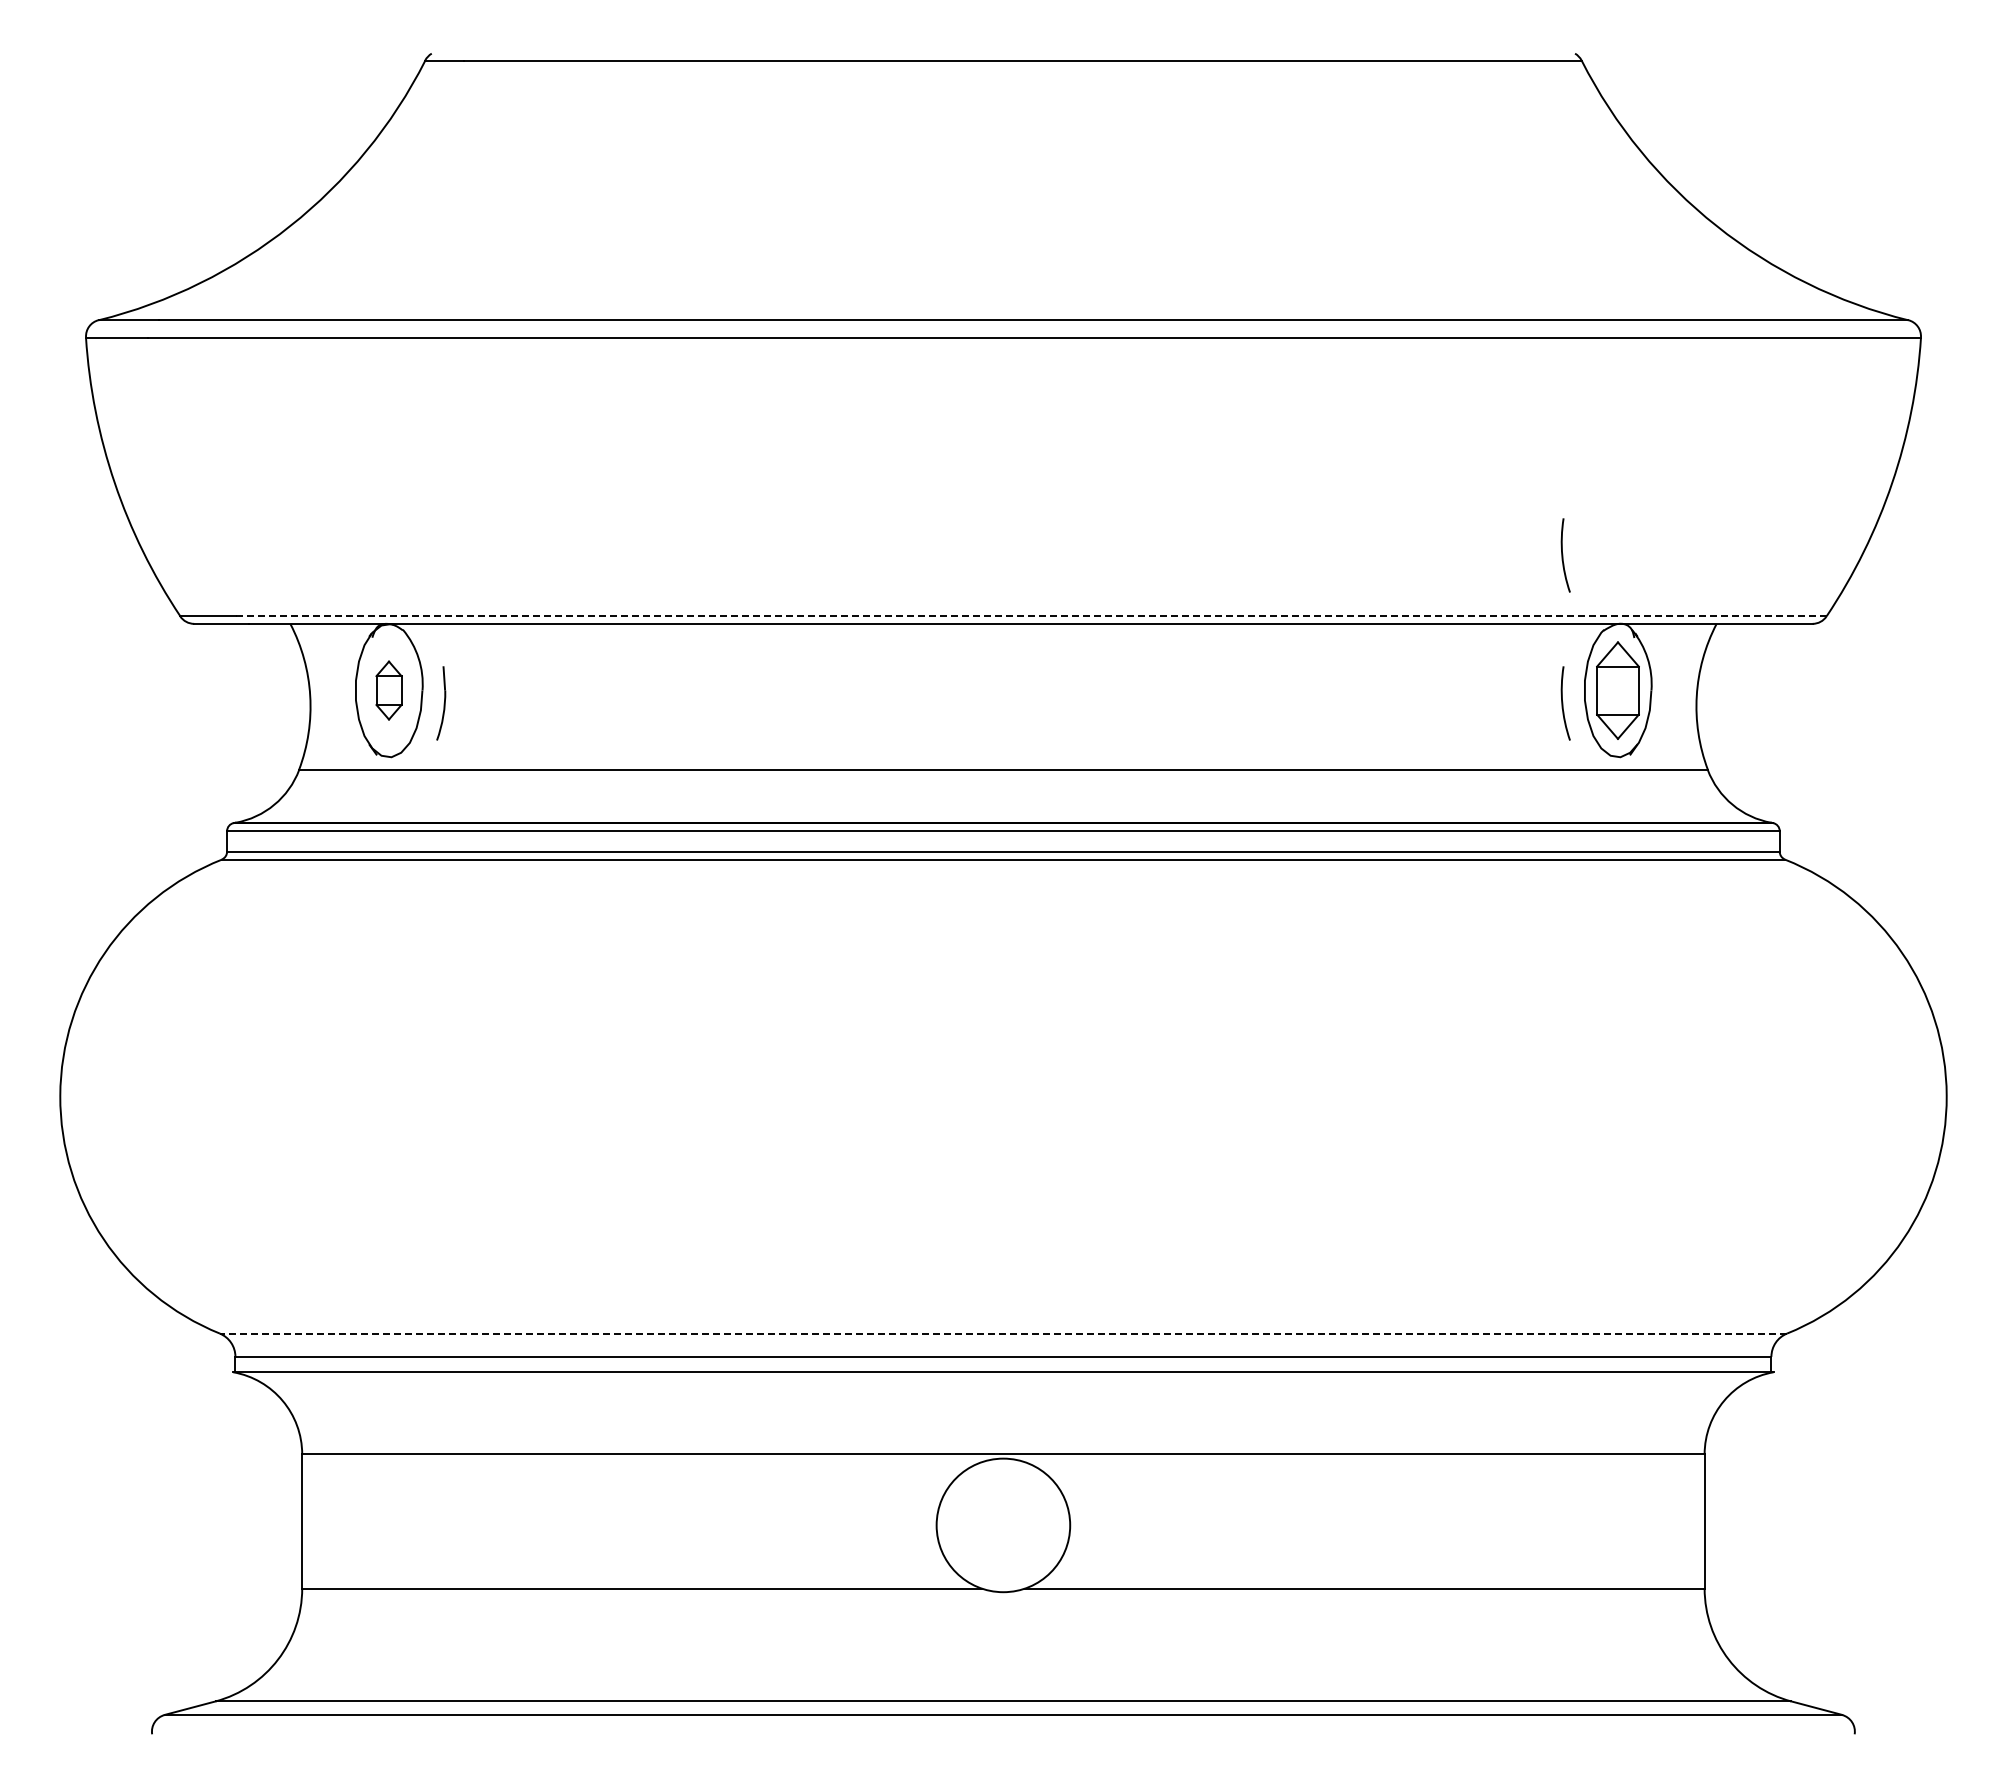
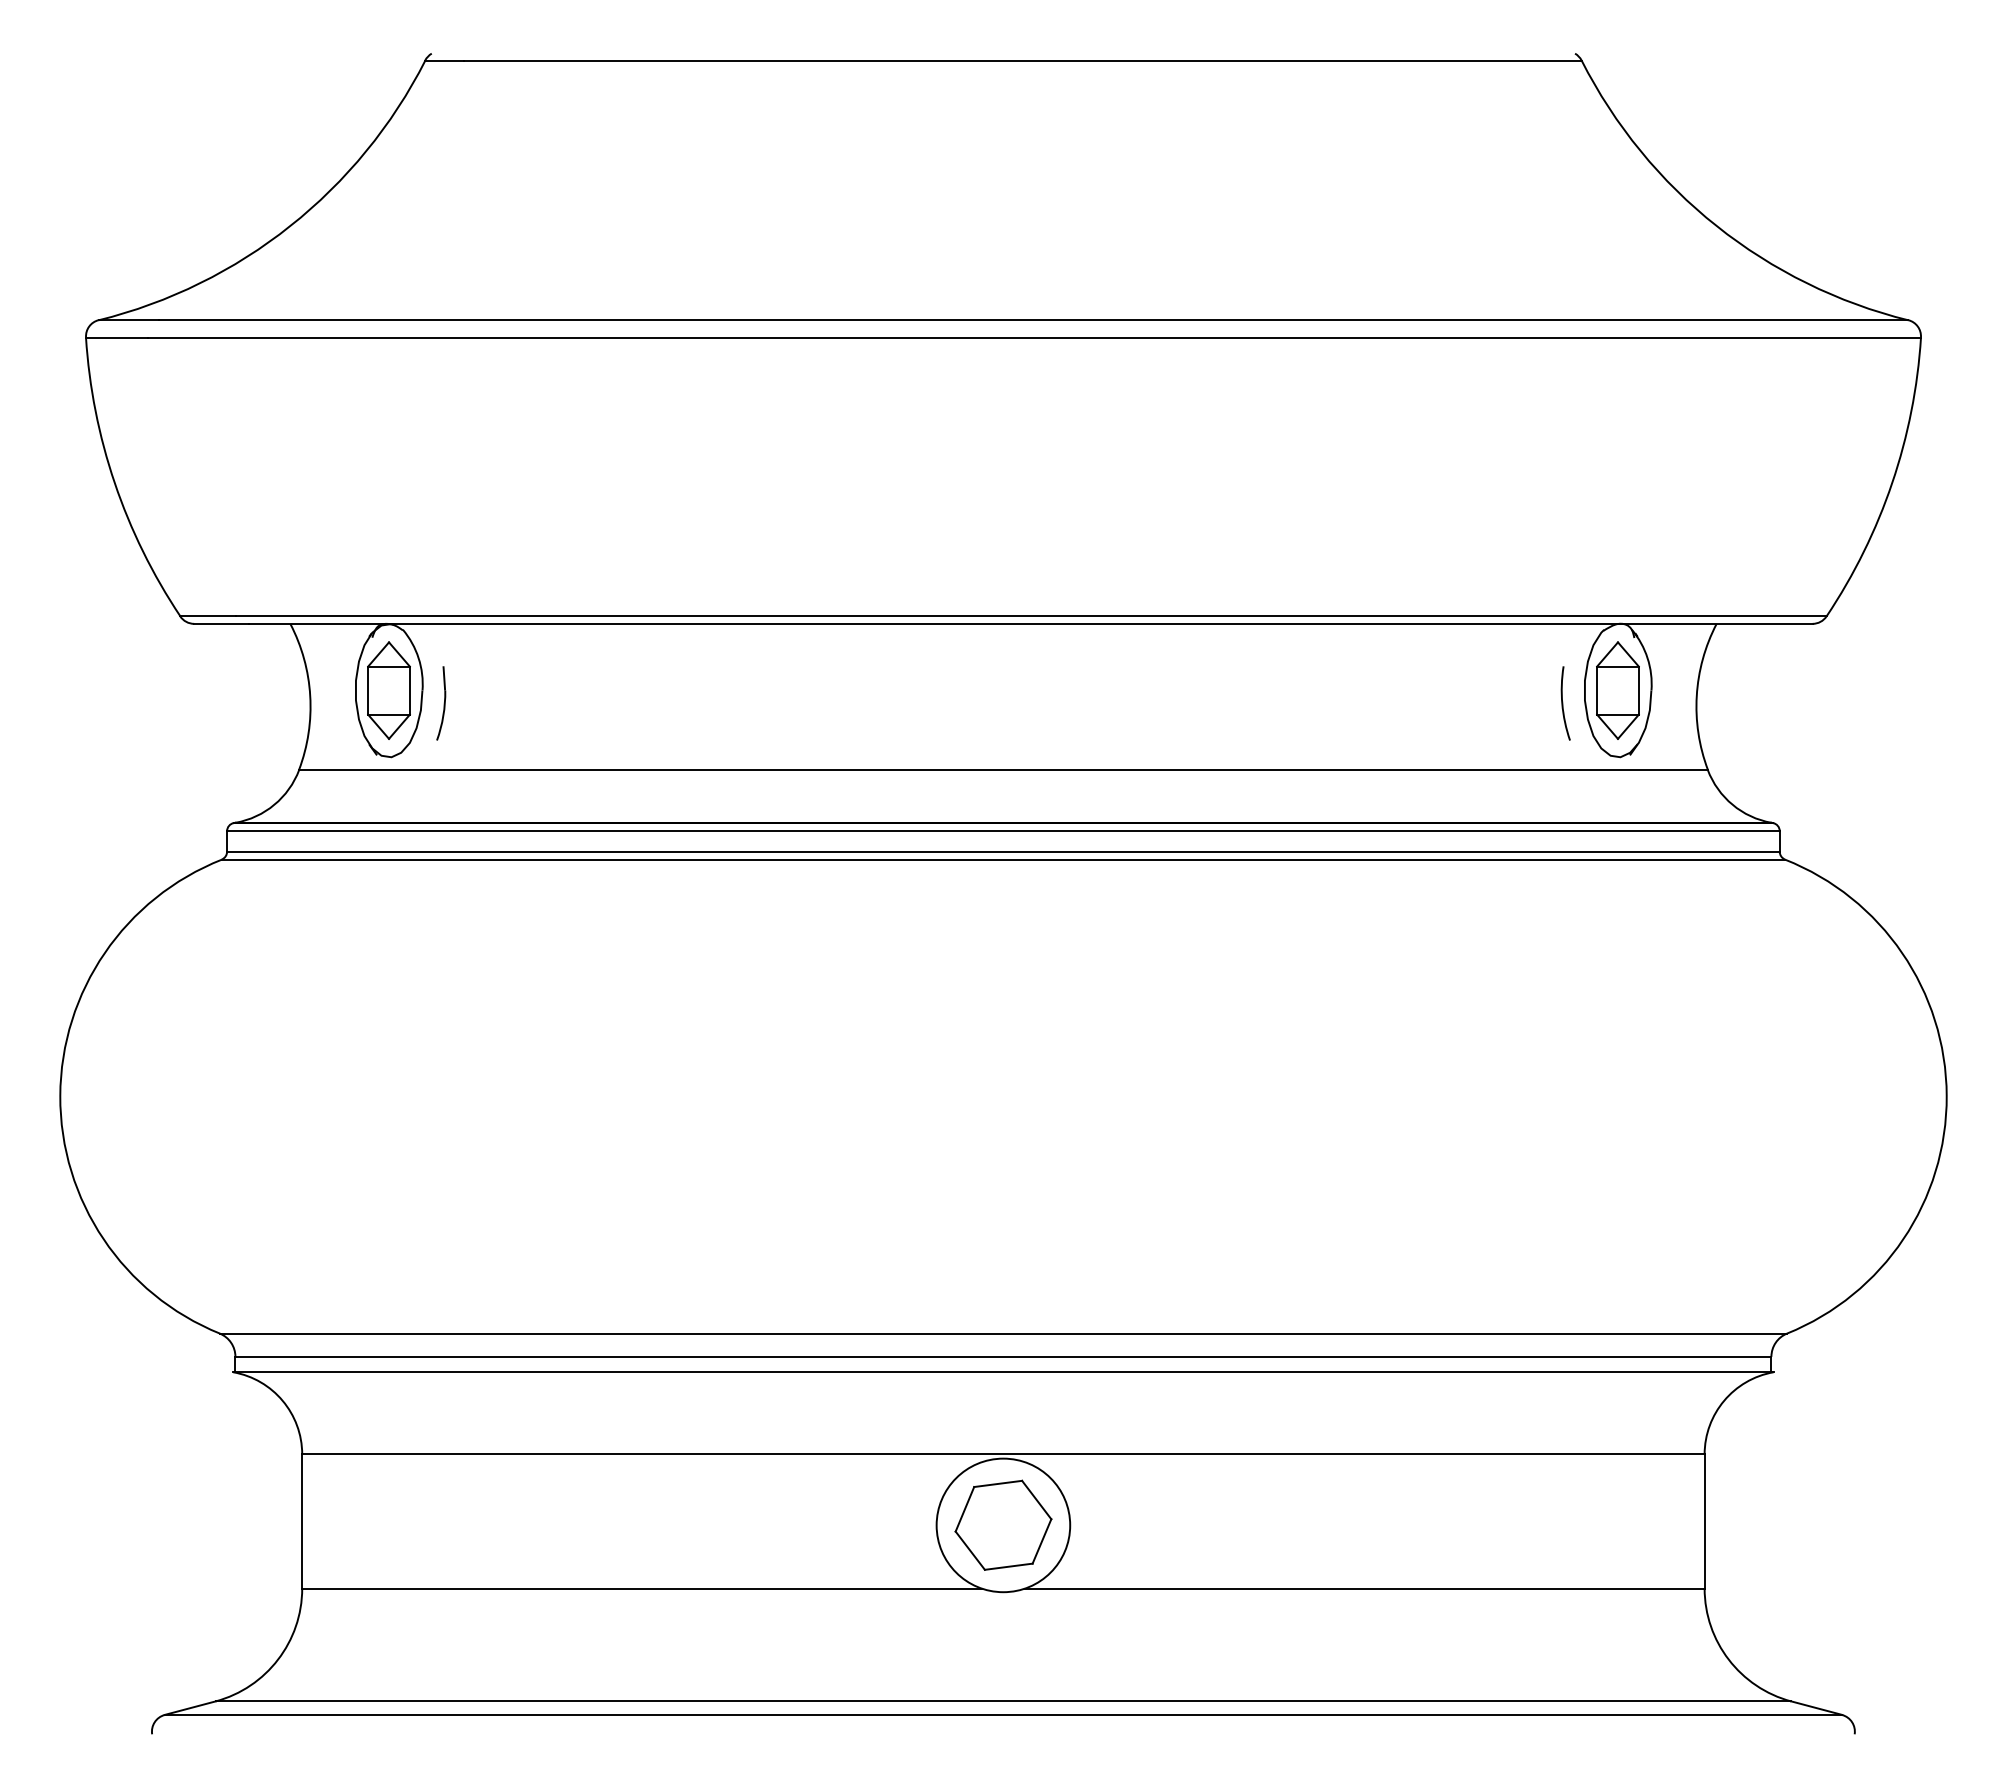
arc at (1563, 555): present -> none
line at (1030, 616): dashed -> solid
part at (388, 690) size: 28x61 px -> 44x99 px
line at (1003, 1333): dashed -> solid
part at (1003, 1524): none -> present
